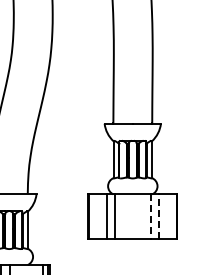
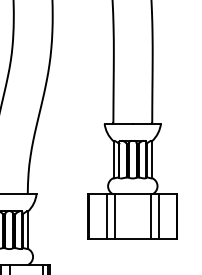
line at (158, 215): dashed -> solid
line at (151, 216): dashed -> solid
